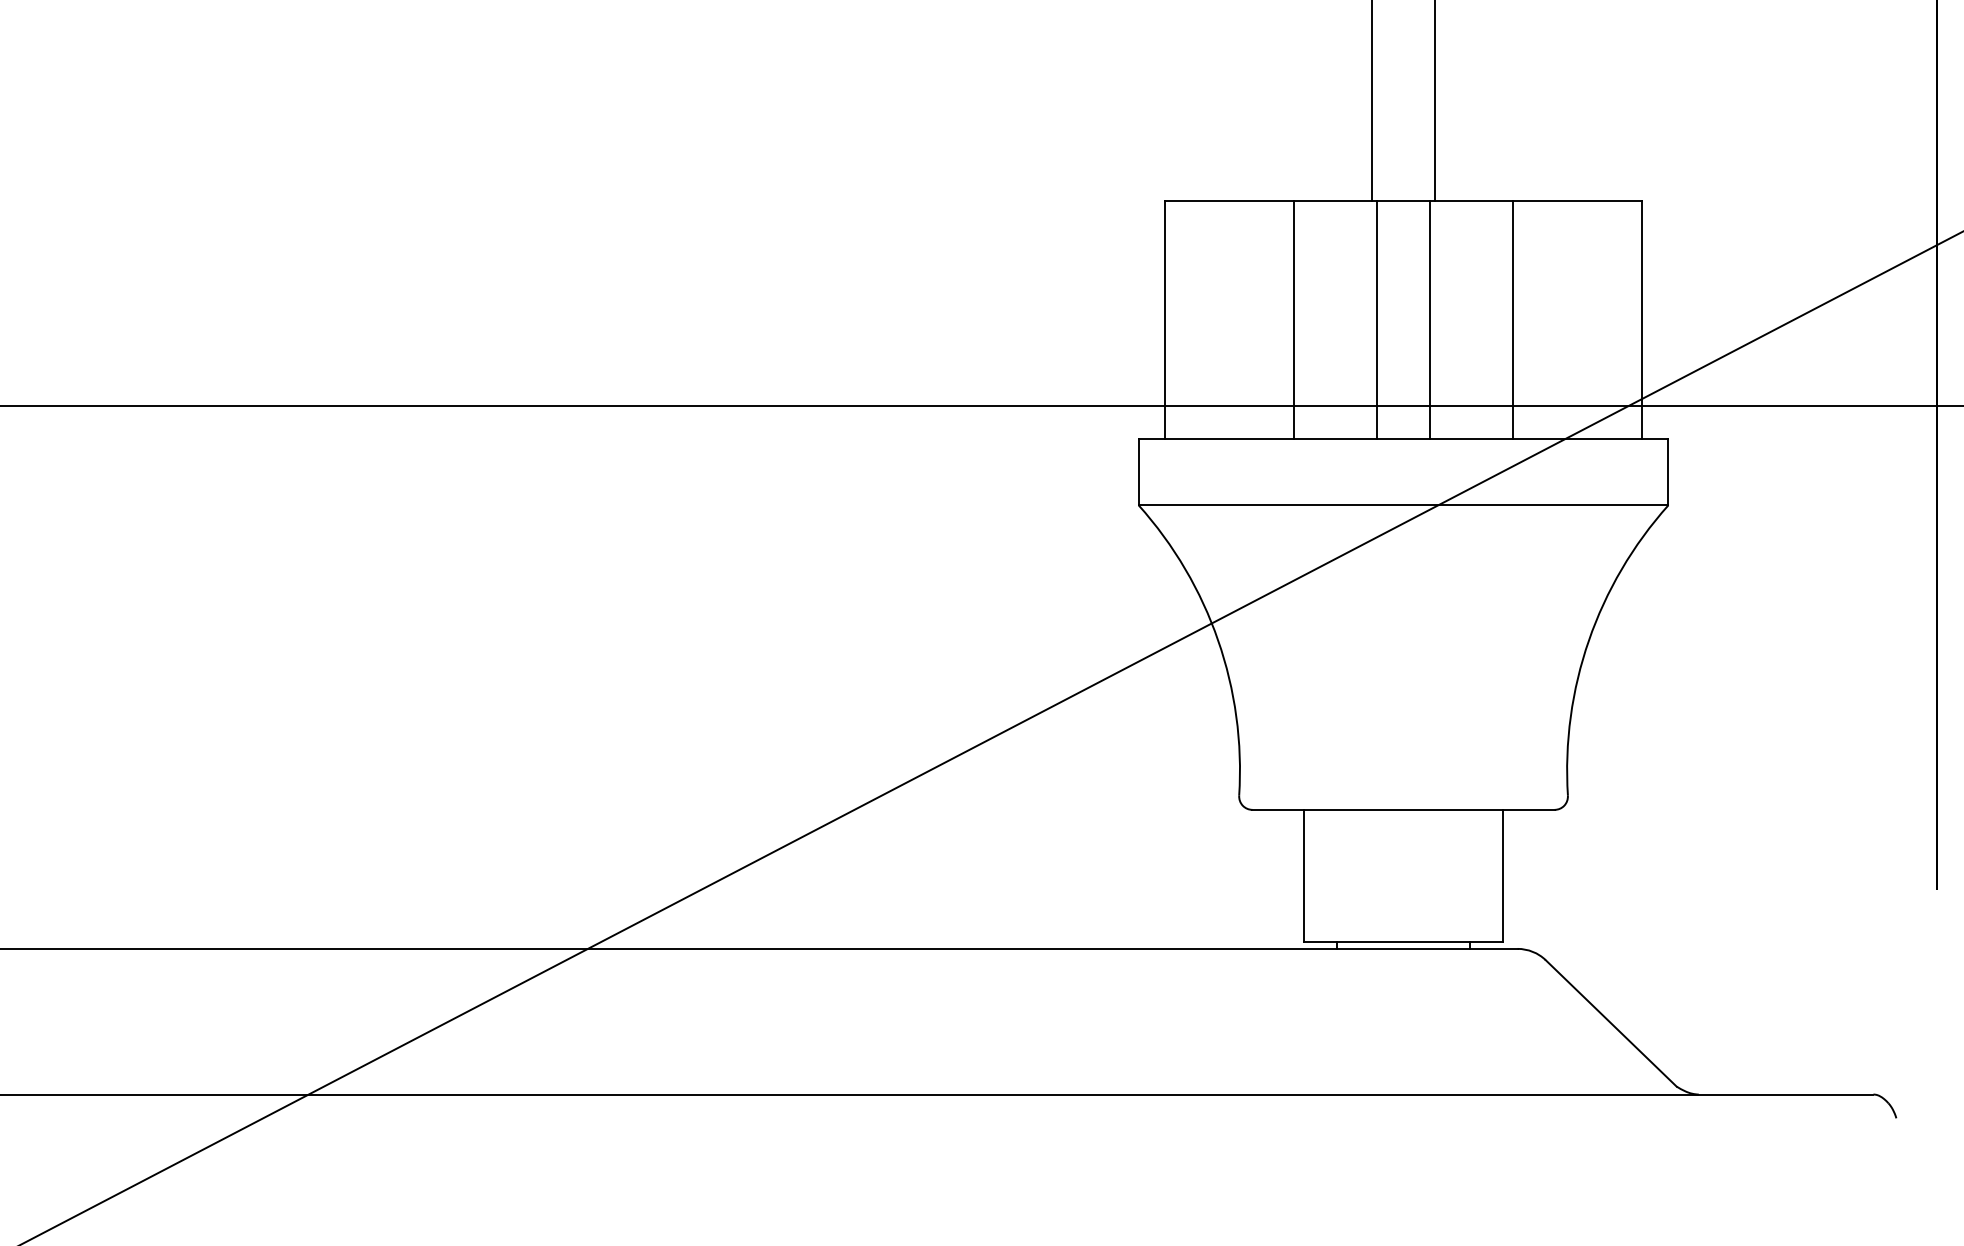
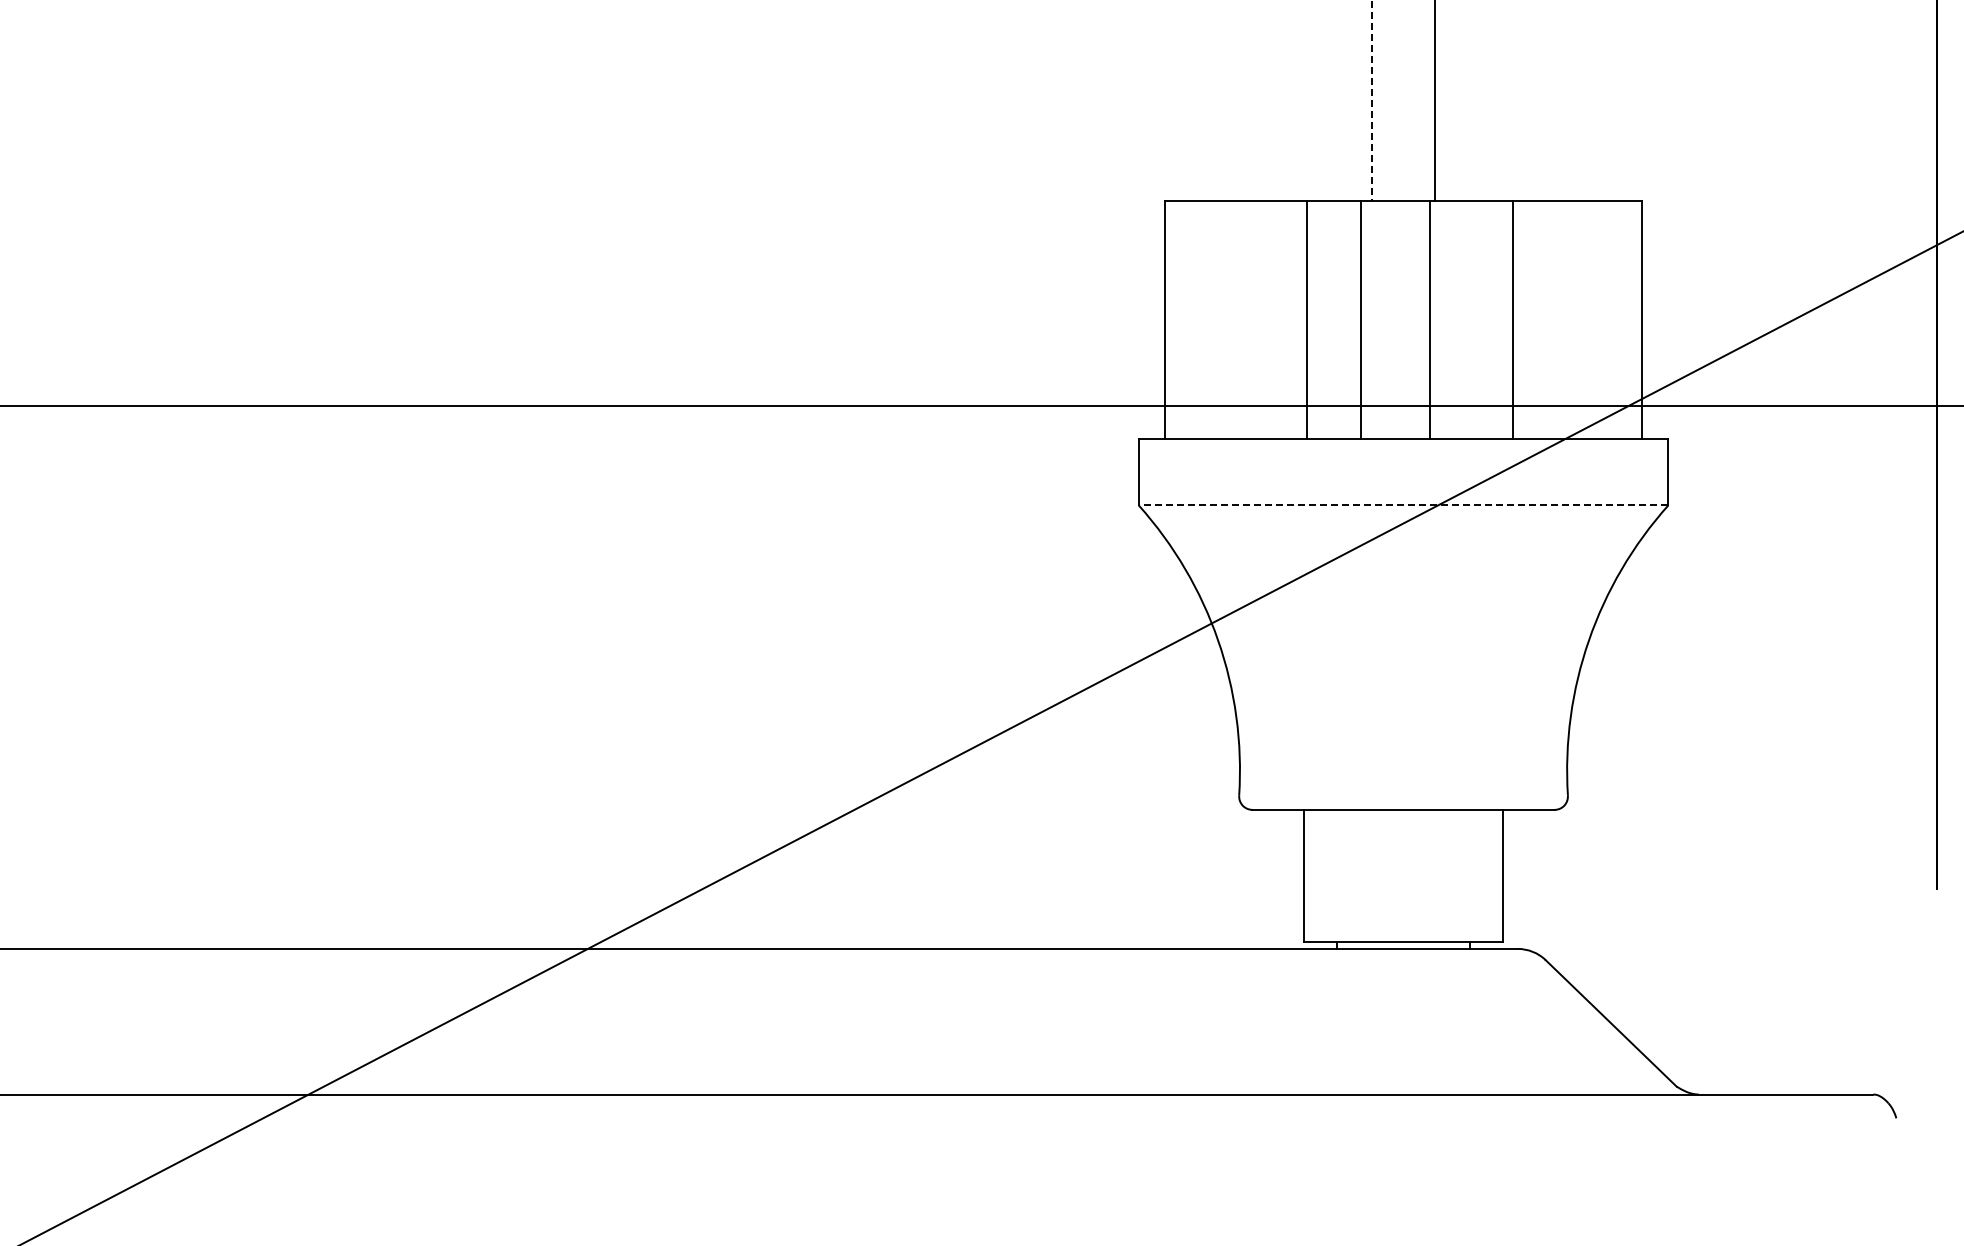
line at (1371, 101): solid -> dashed
line at (1294, 319) position: (1294, 319) -> (1307, 319)
line at (1377, 319) position: (1377, 319) -> (1361, 319)
line at (1403, 505): solid -> dashed
